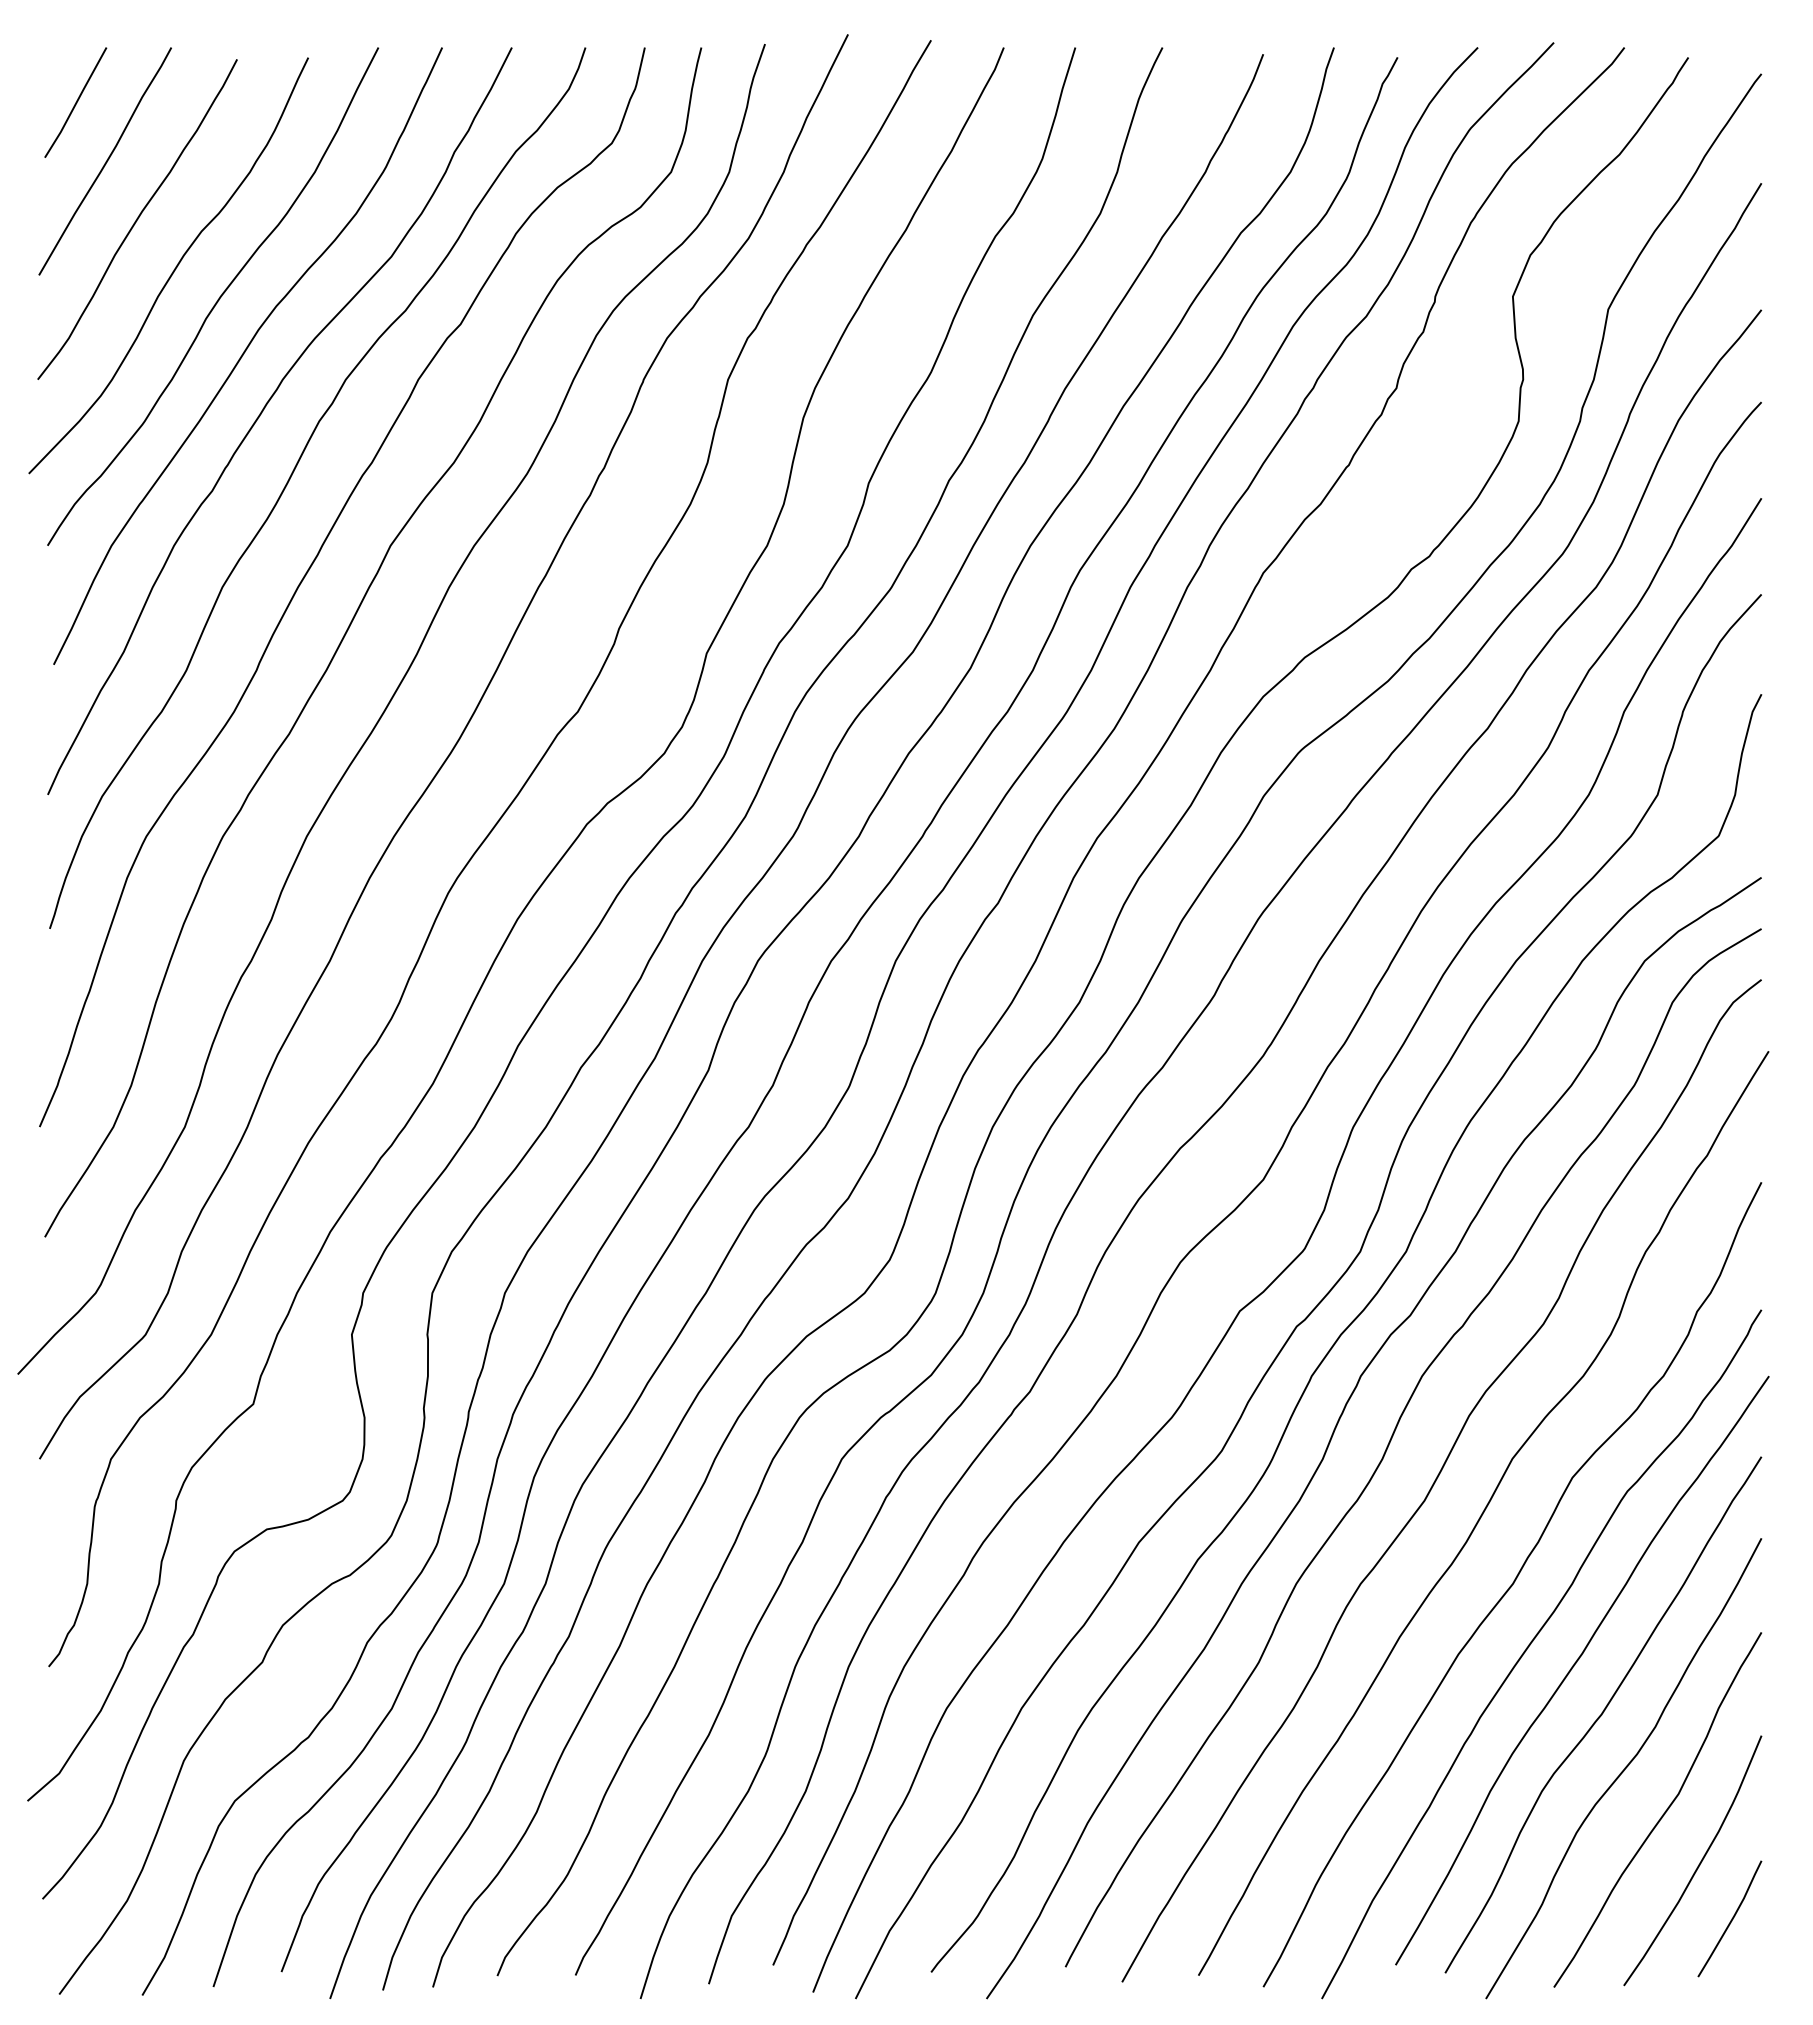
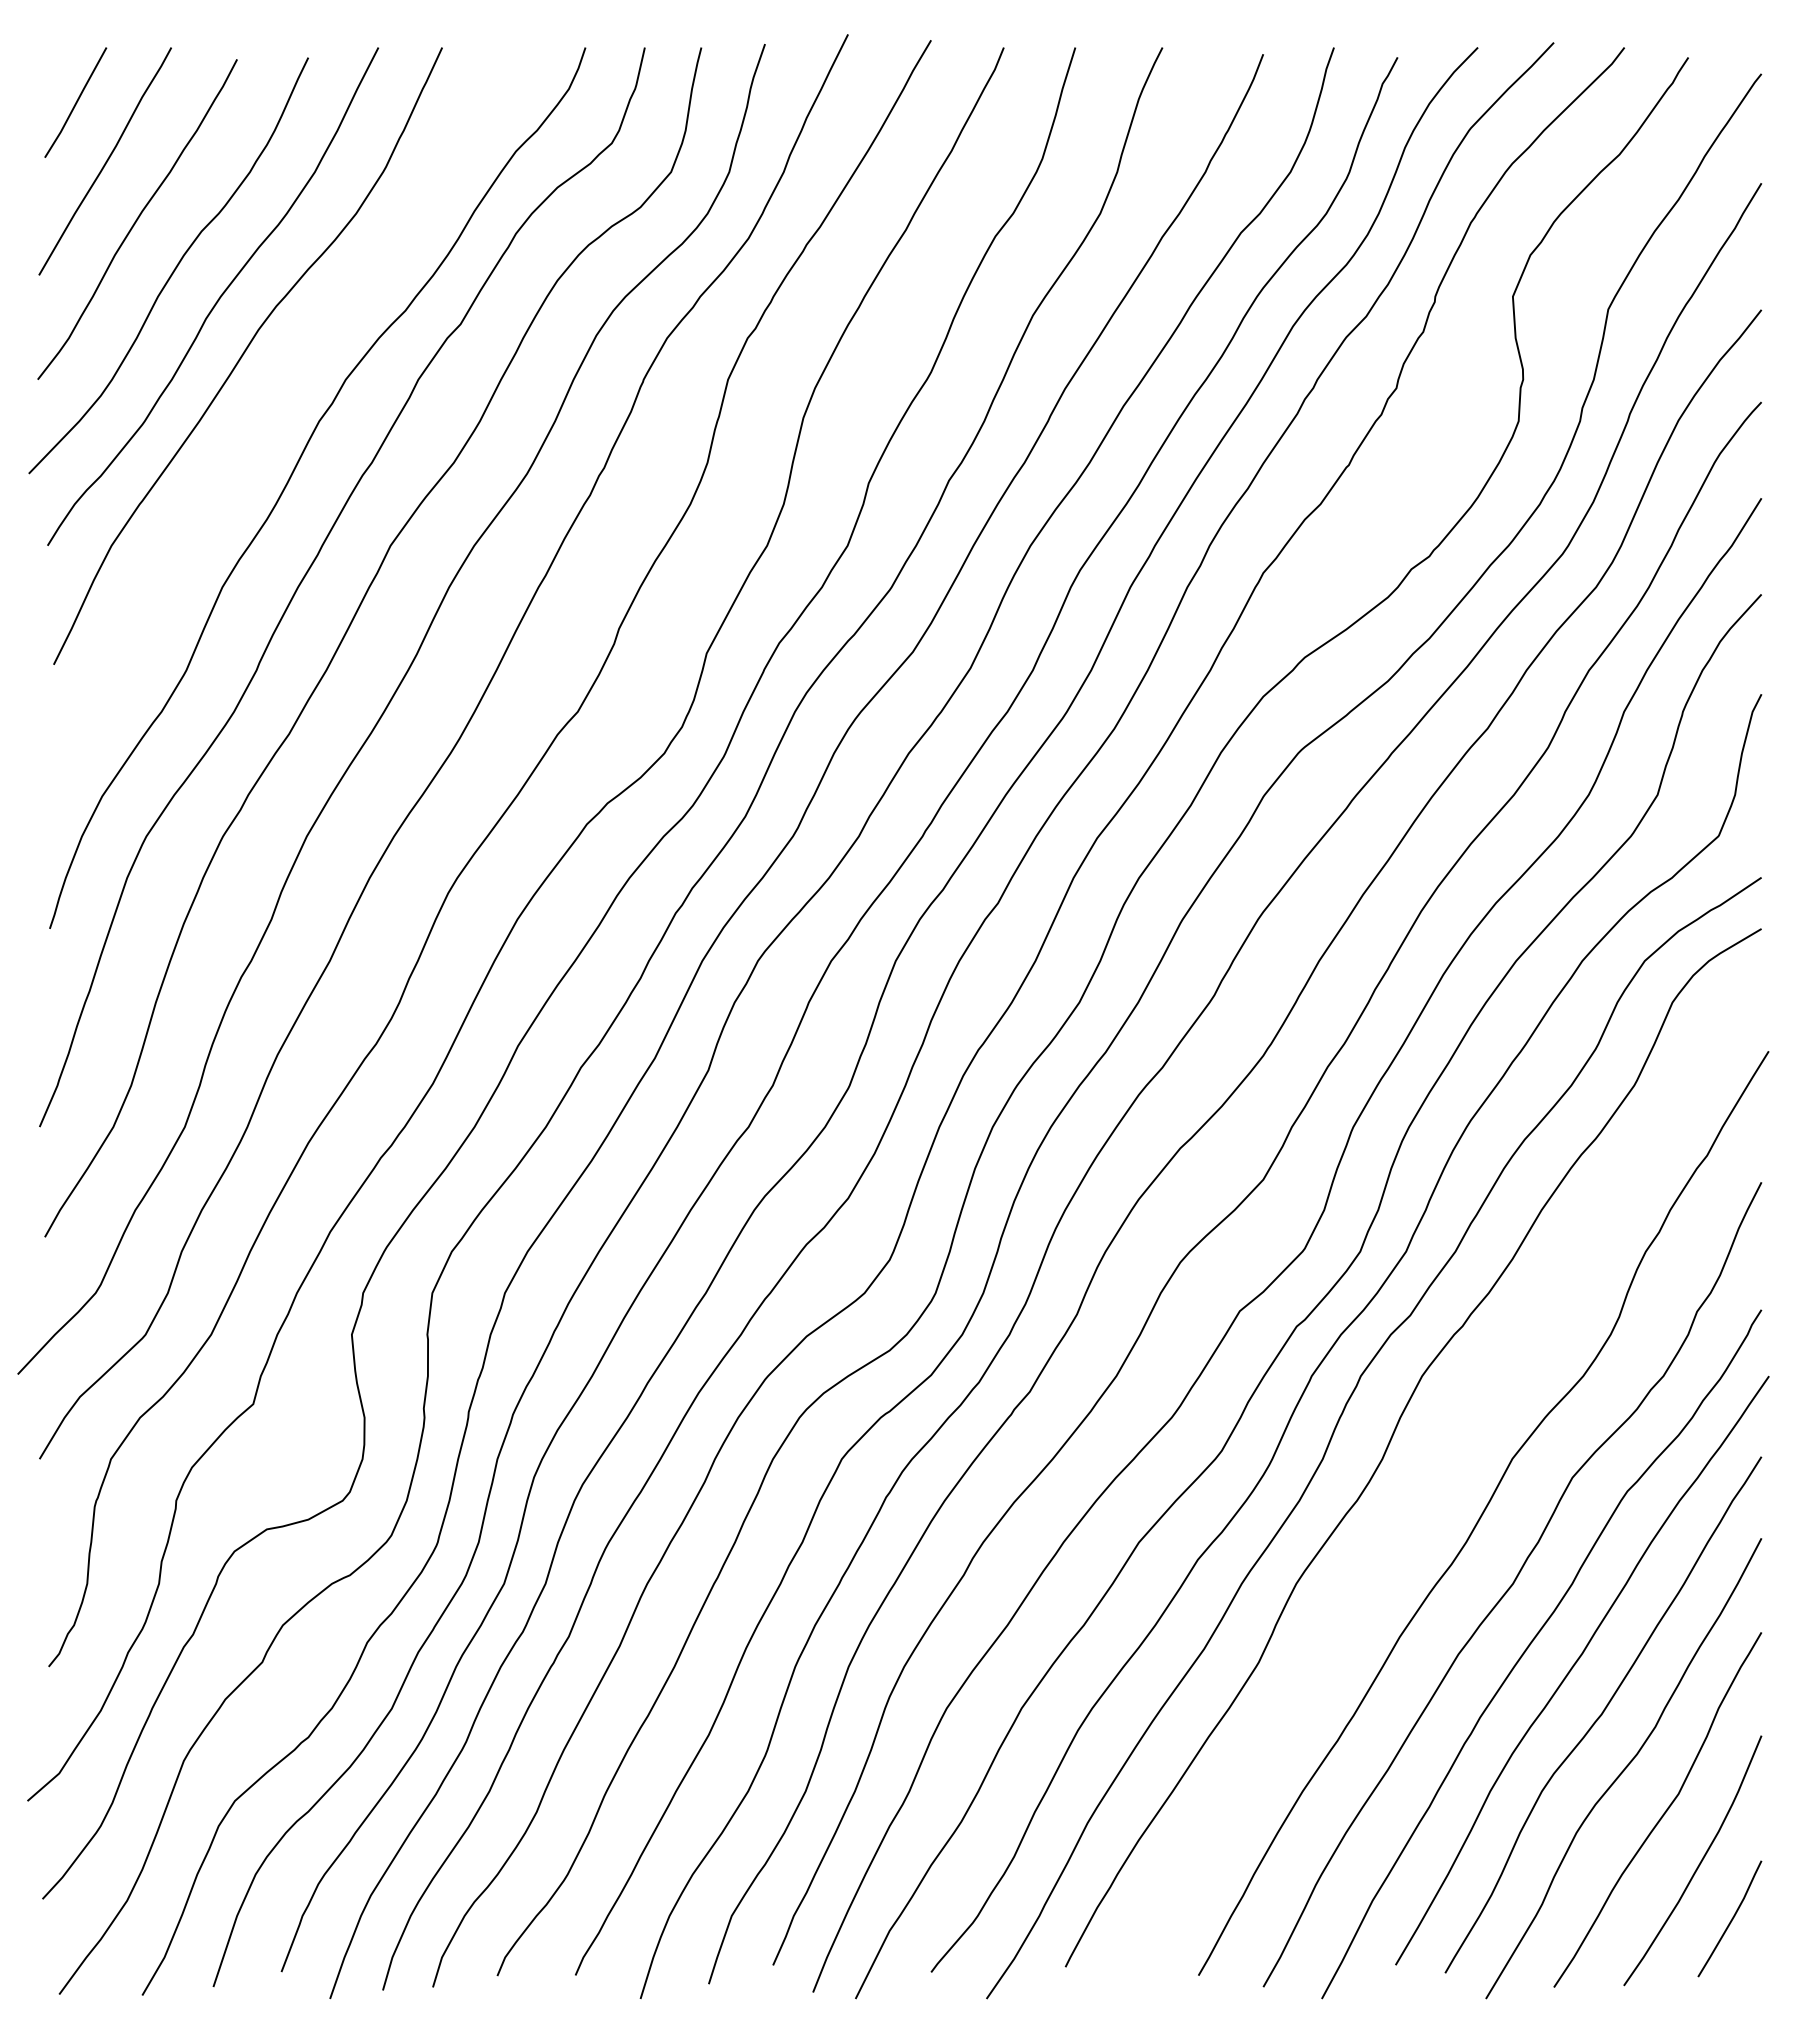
curve at (263, 411): present -> none
curve at (1437, 1479): present -> none
